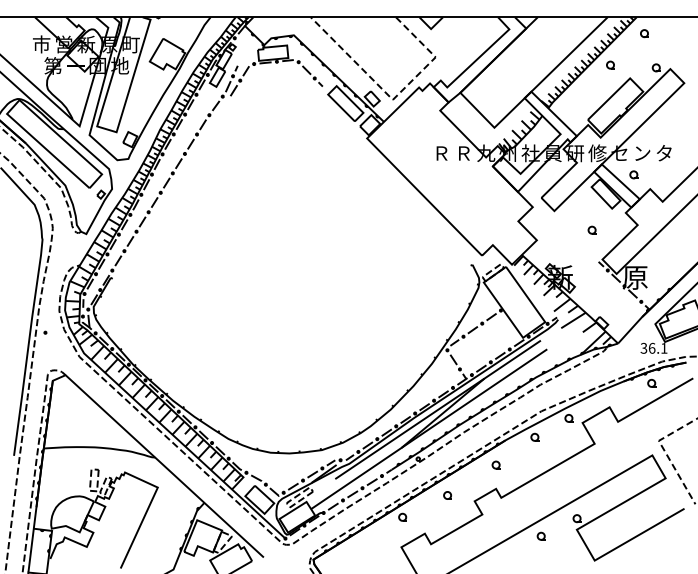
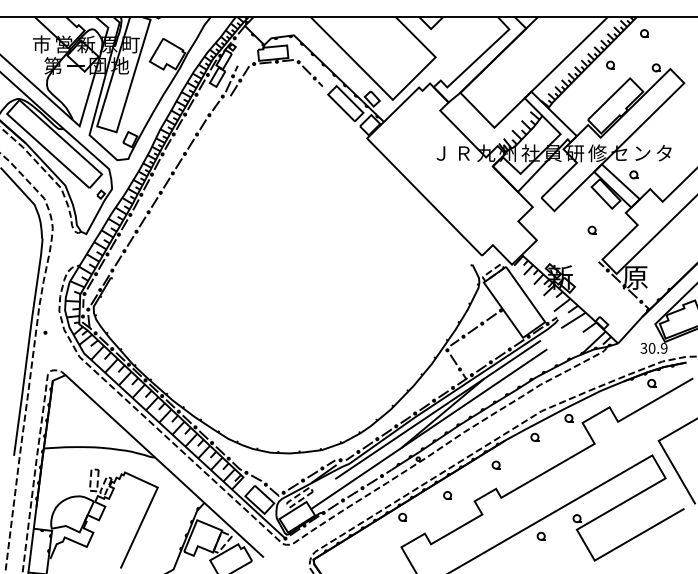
line at (392, 99): dashed -> solid
text at (441, 153): Ｒ -> Ｊ
text at (657, 347): 36.1 -> 30.9
line at (665, 452): dashed -> solid
